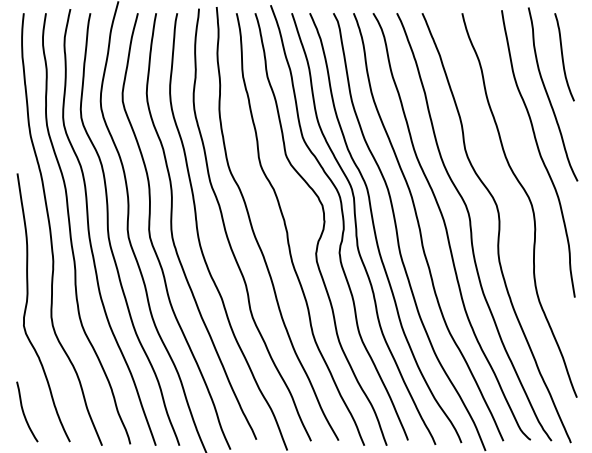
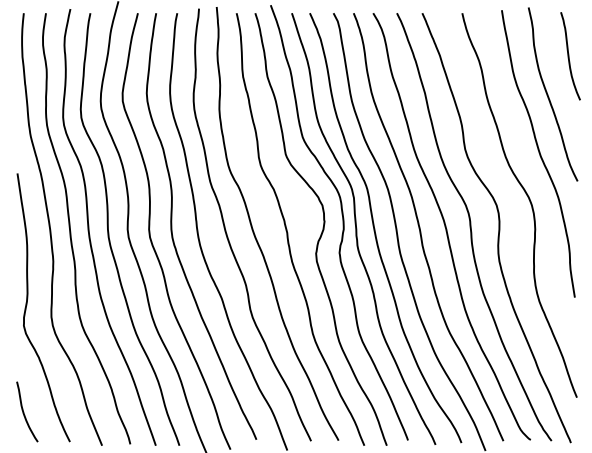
curve at (563, 57) position: (563, 57) -> (569, 56)
